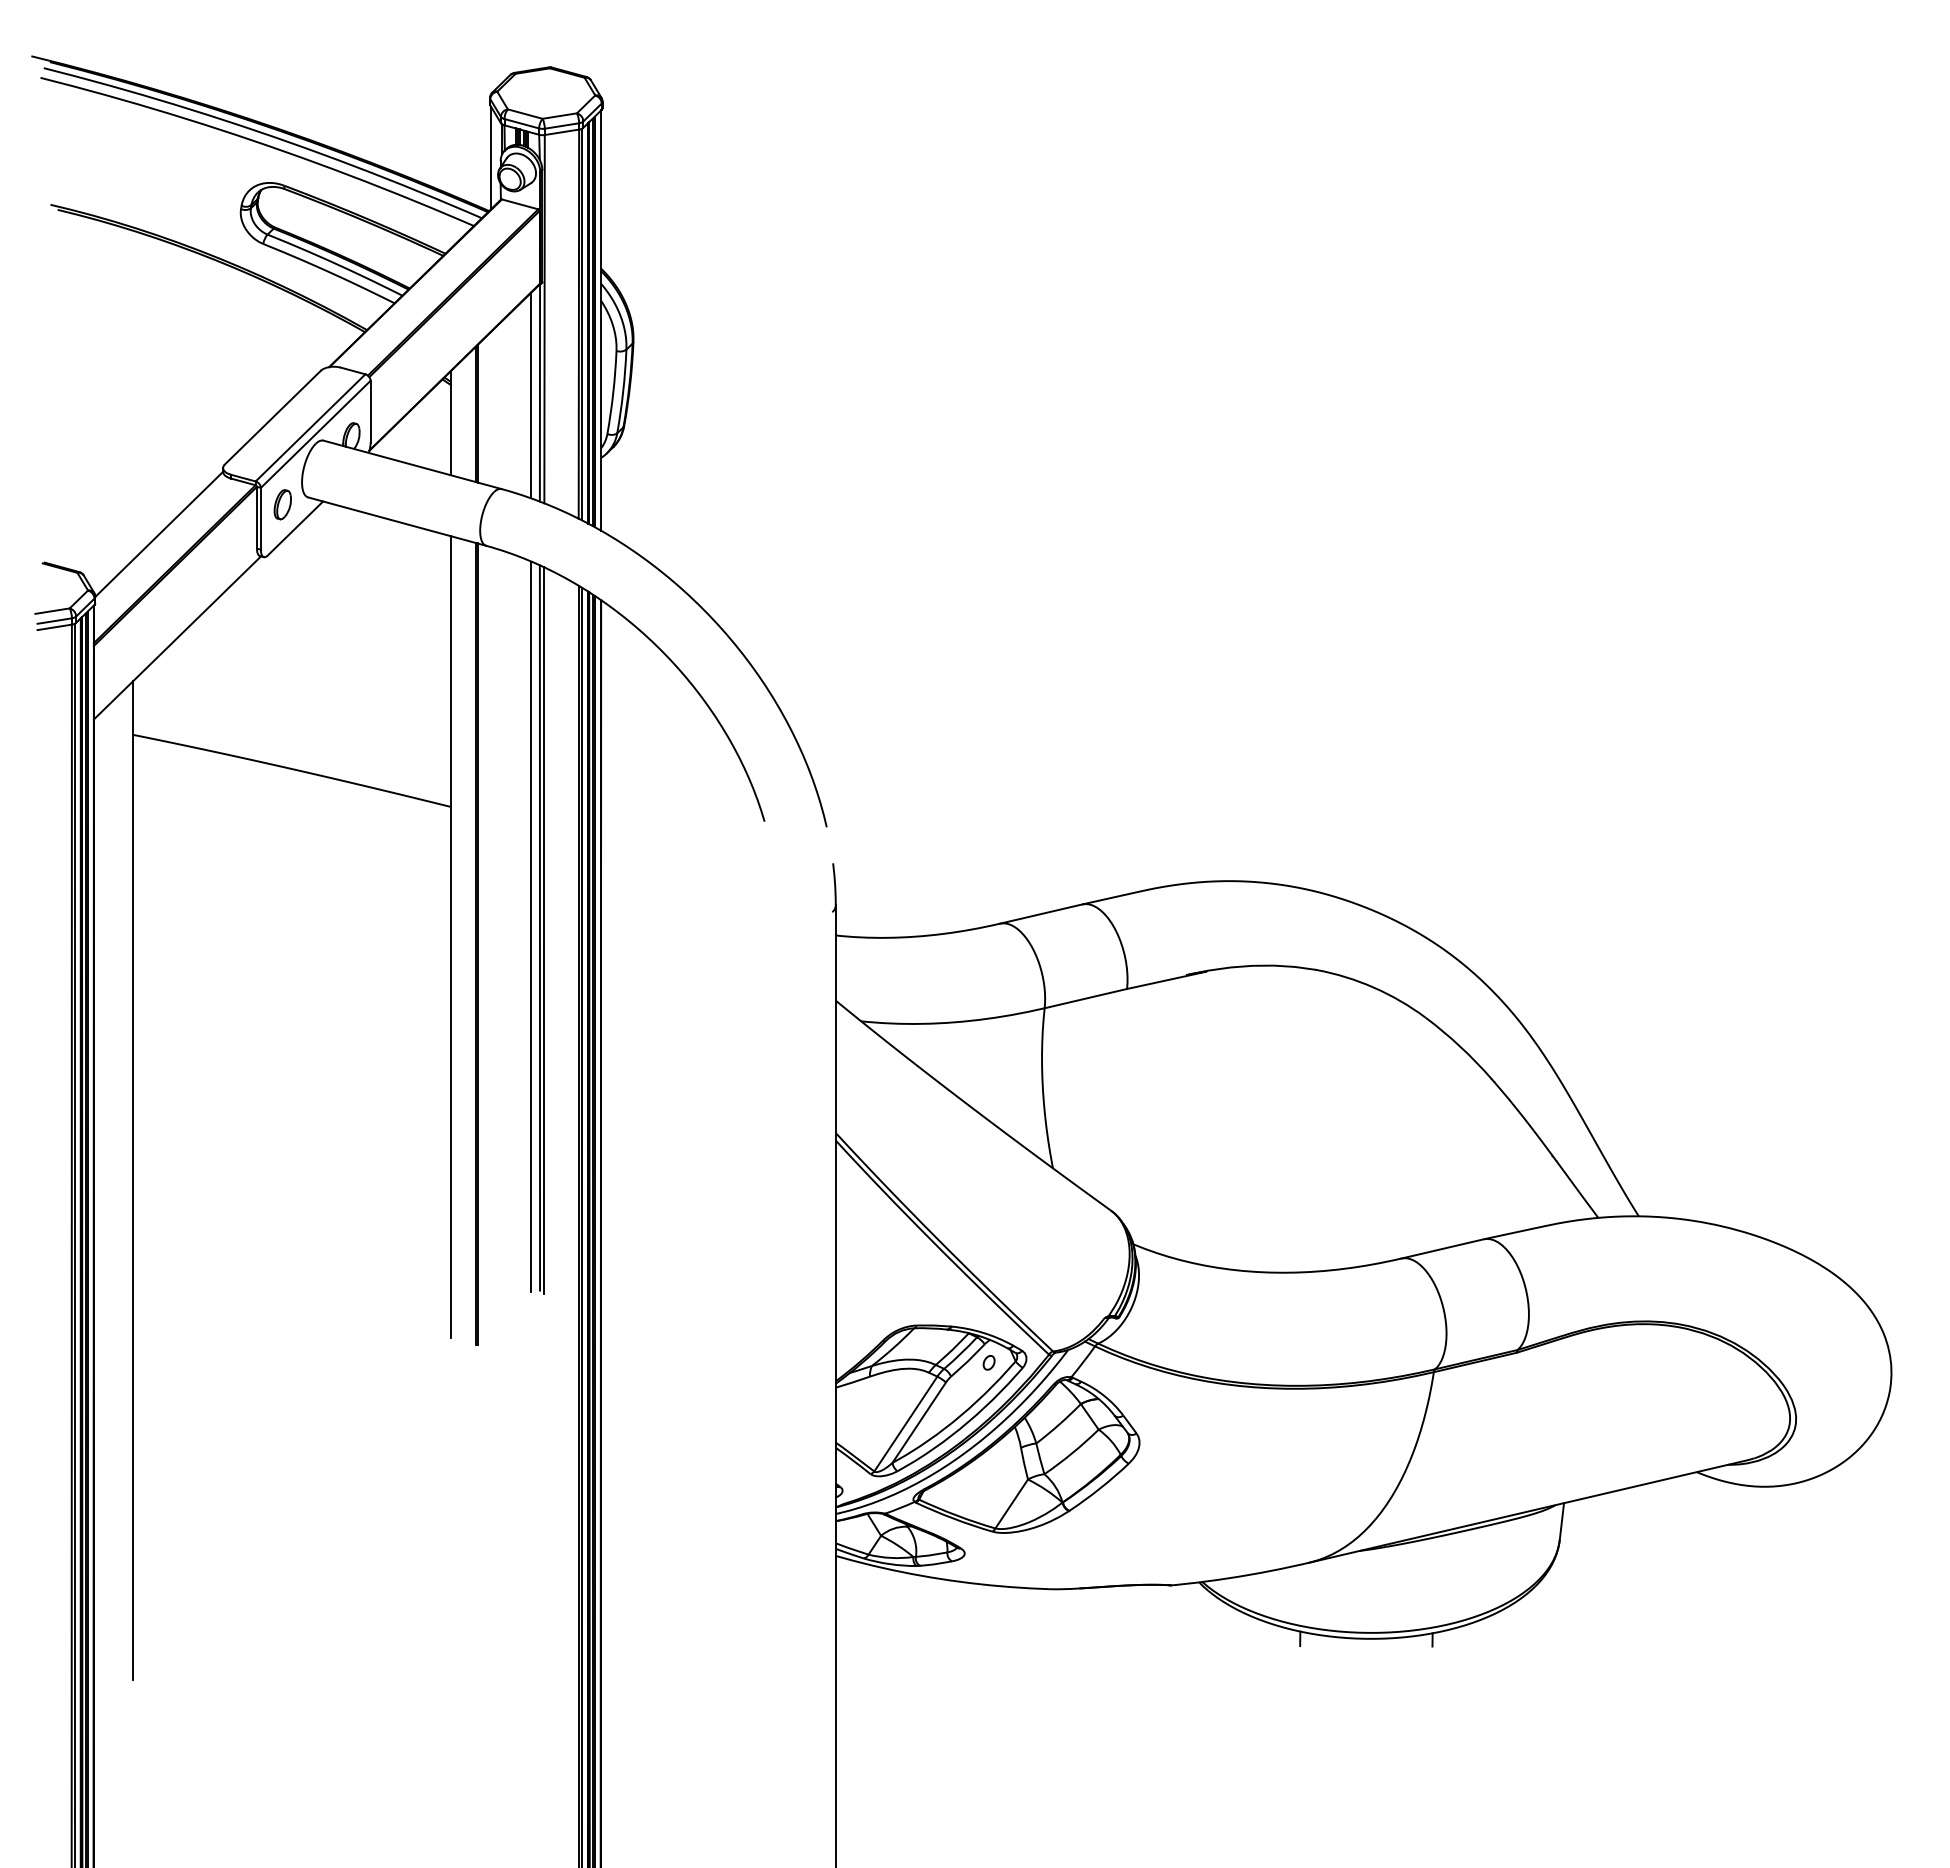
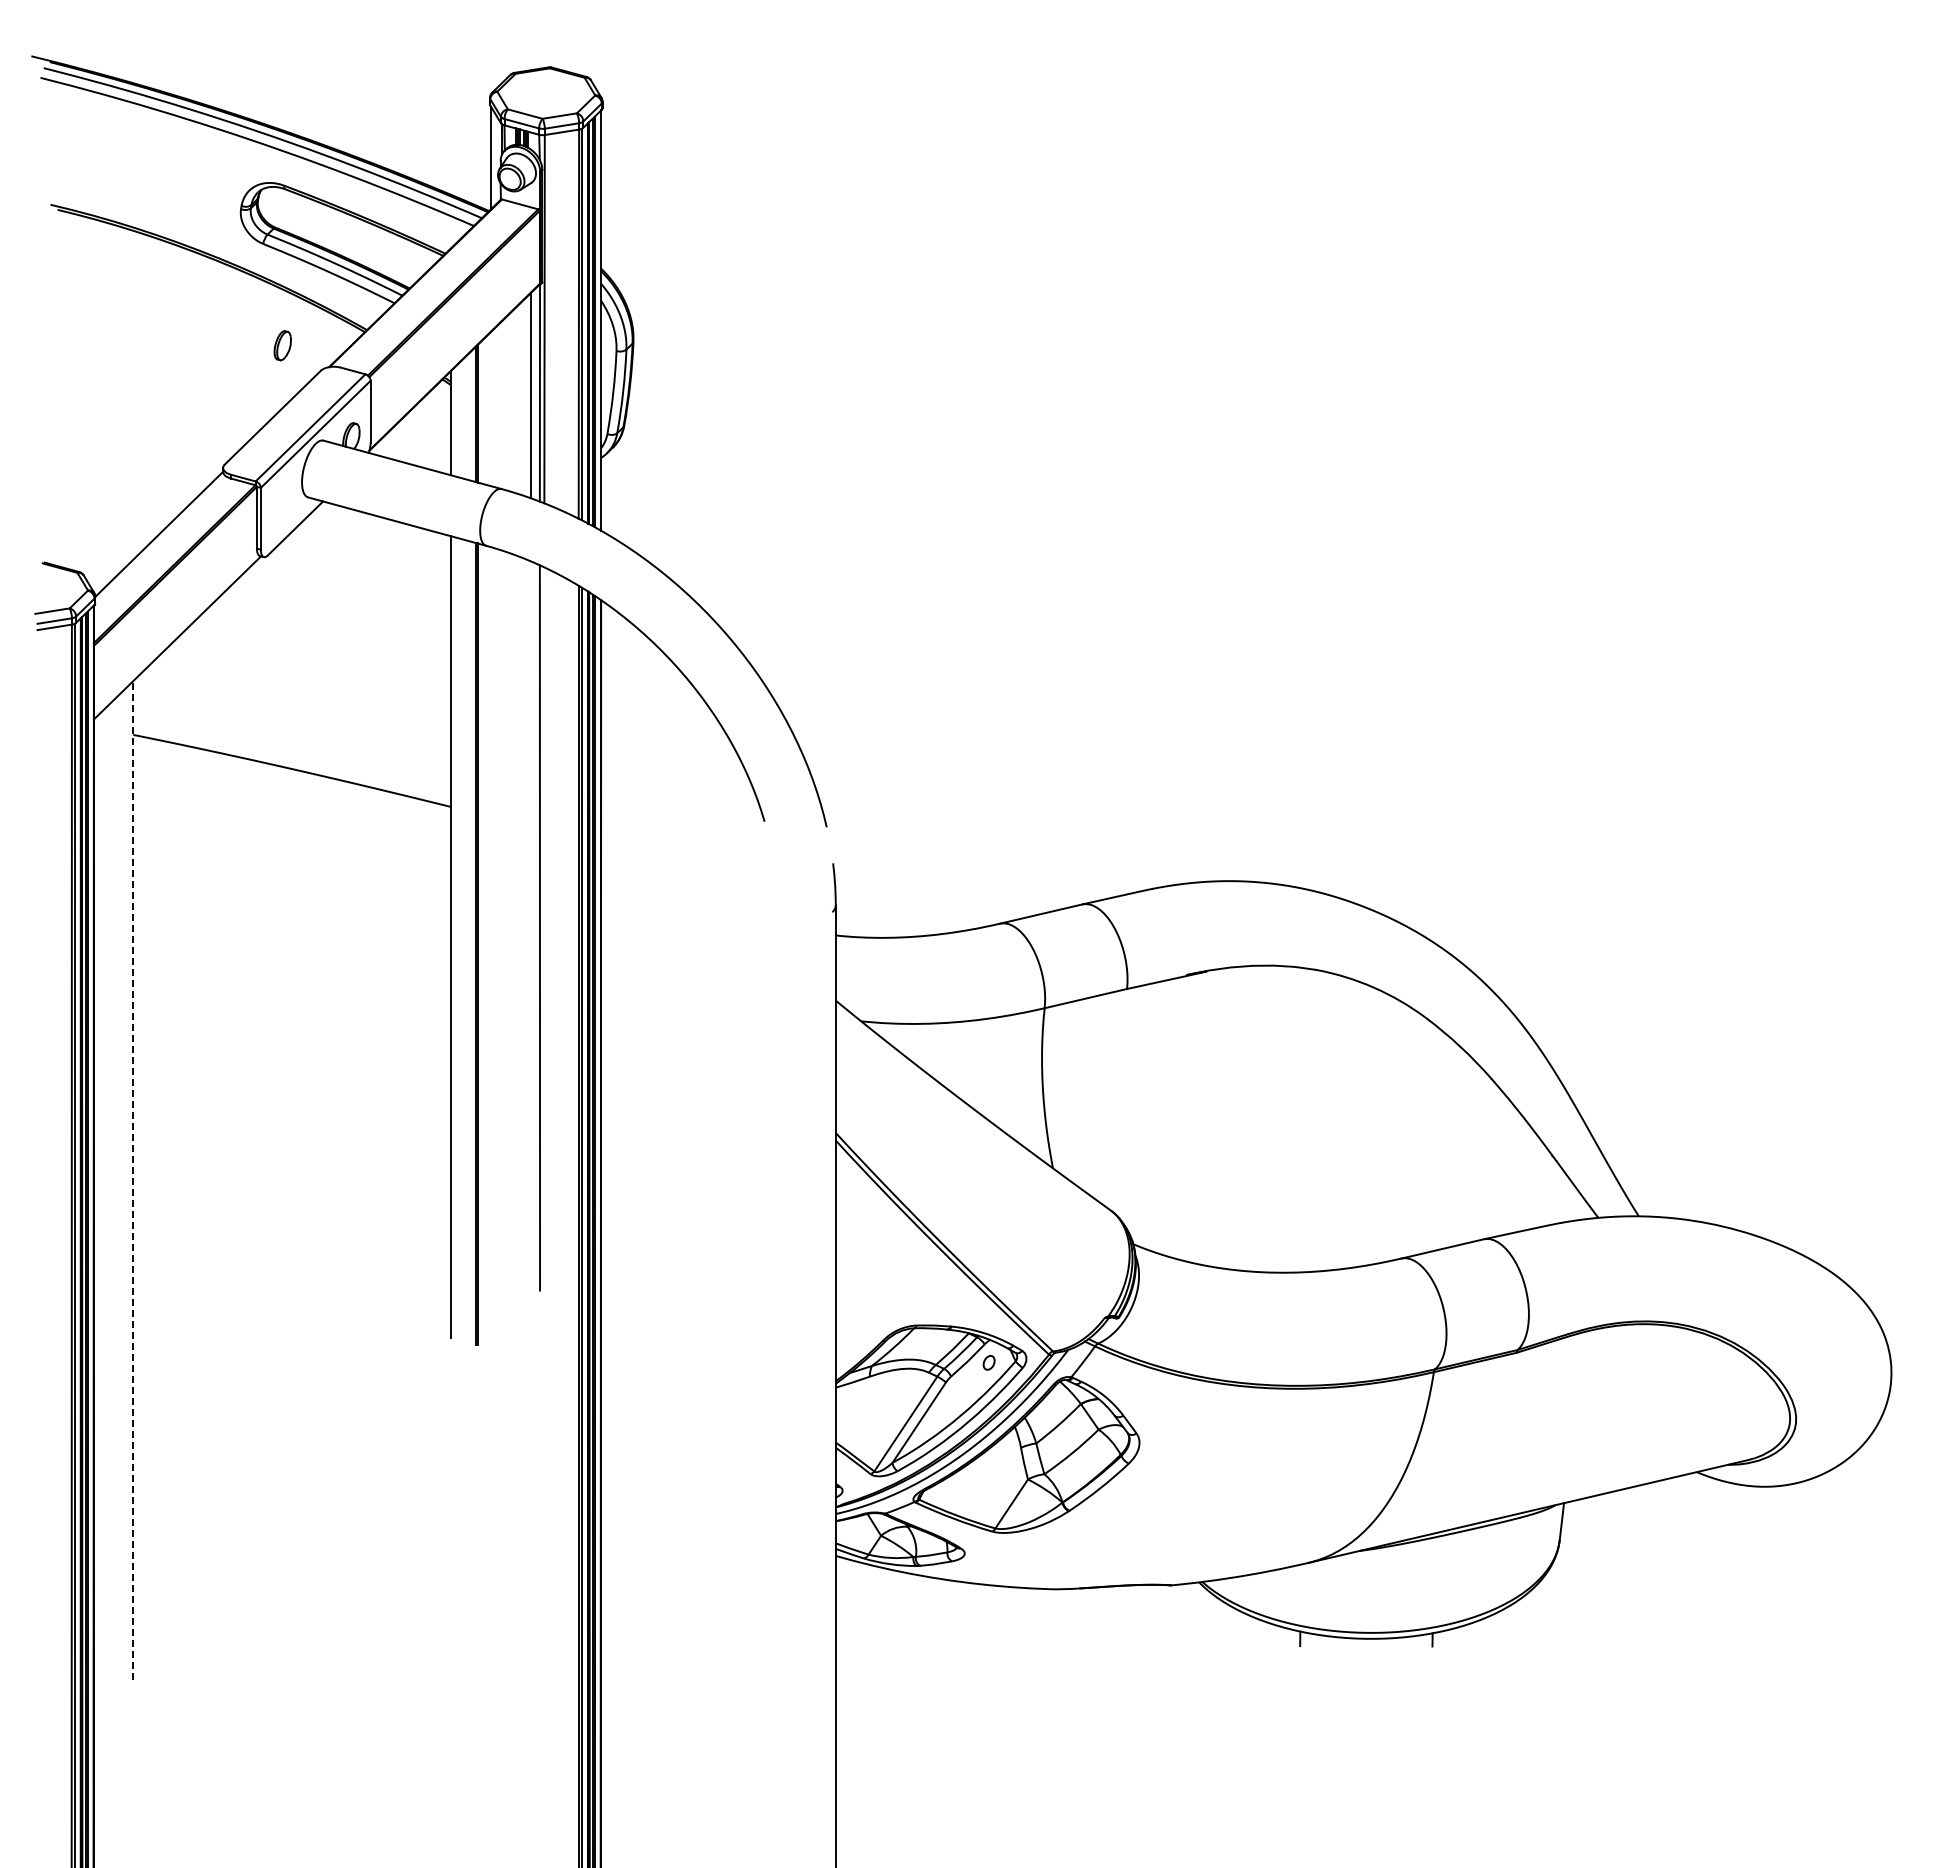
part at (282, 504) position: (282, 504) -> (282, 345)
line at (531, 926): present -> none
line at (544, 930): present -> none
line at (133, 1180): solid -> dashed
